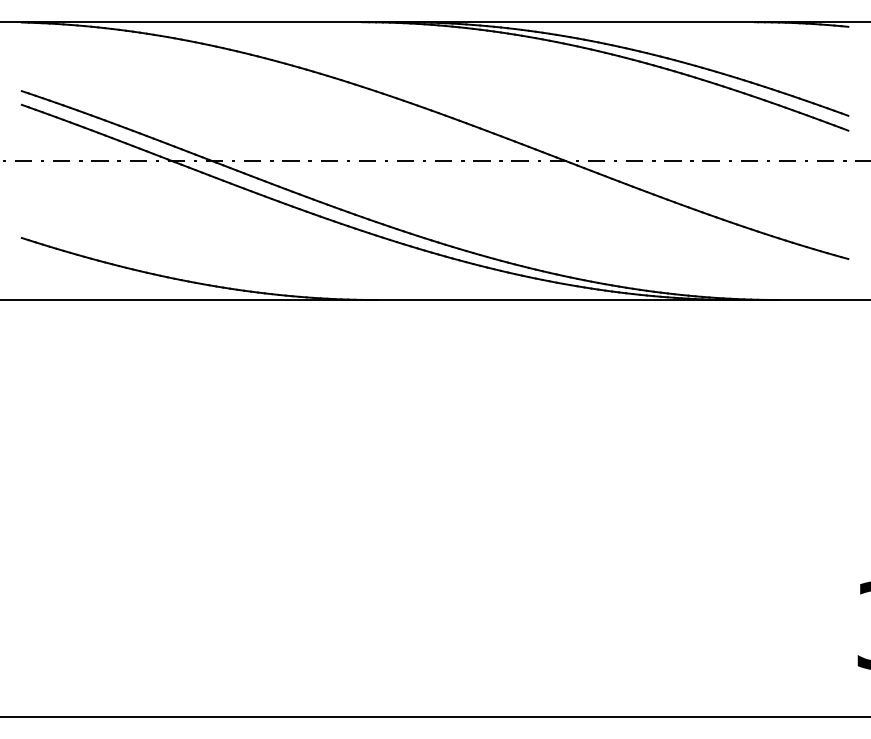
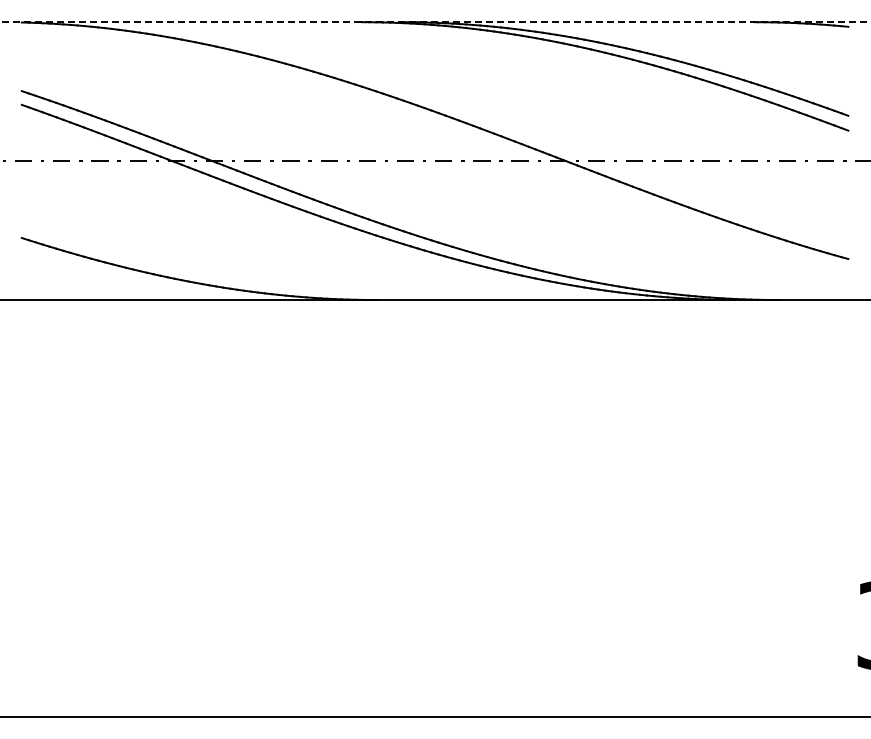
line at (435, 22): solid -> dashed
